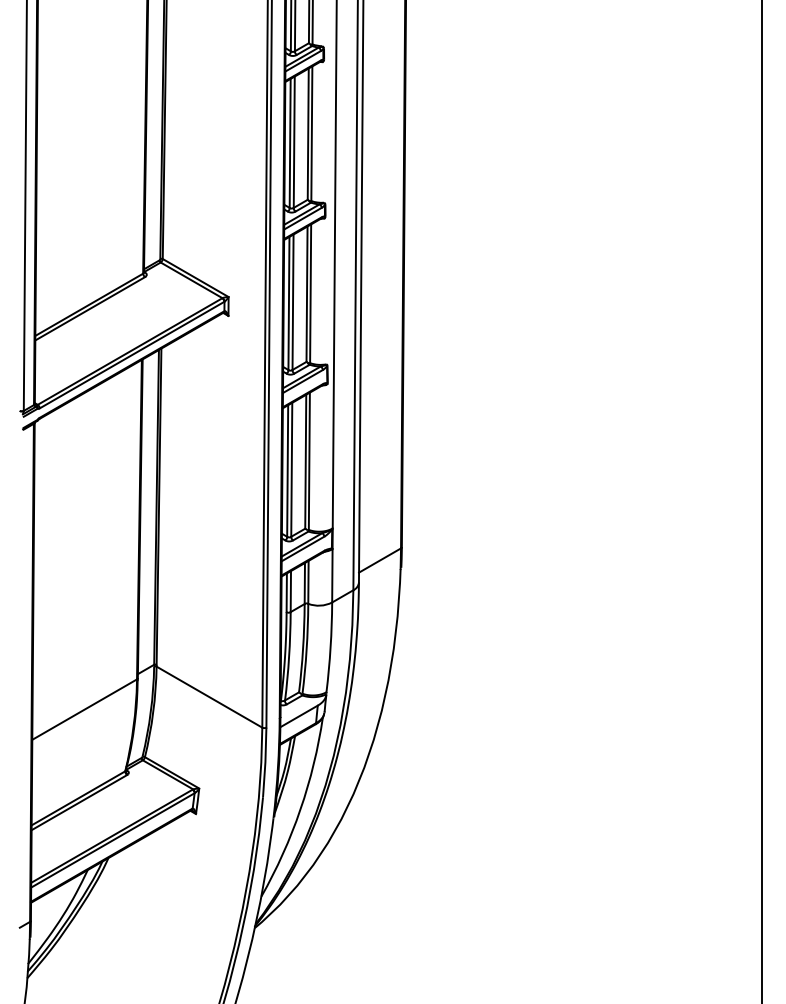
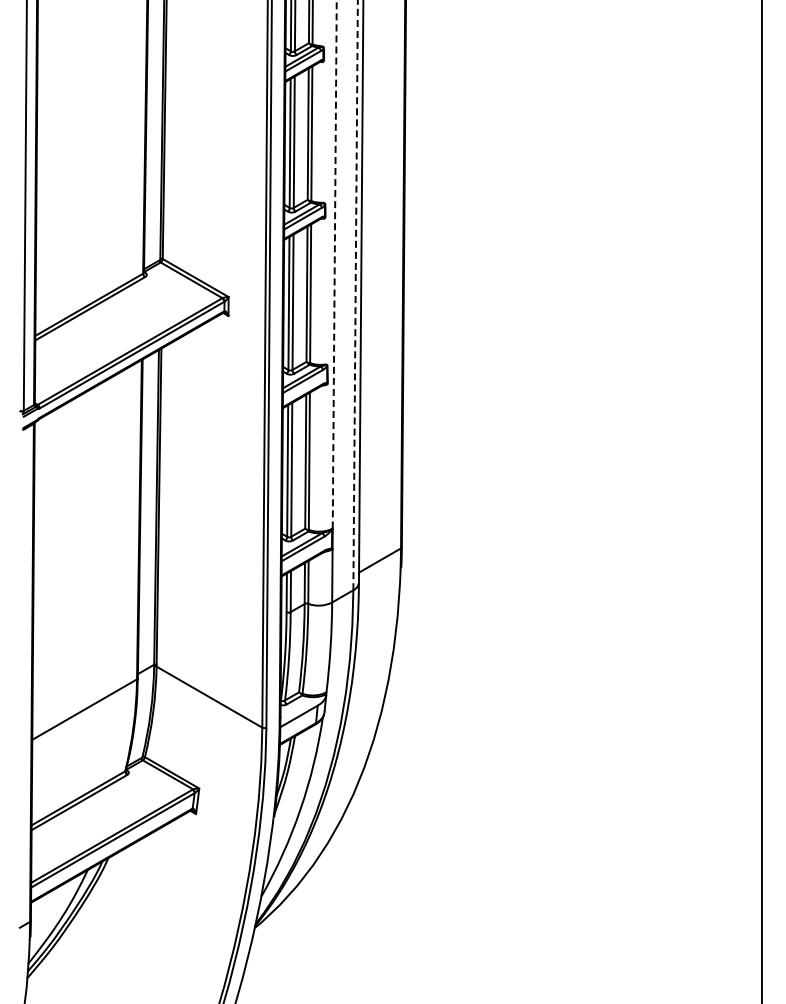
line at (334, 264): solid -> dashed
line at (355, 295): solid -> dashed
